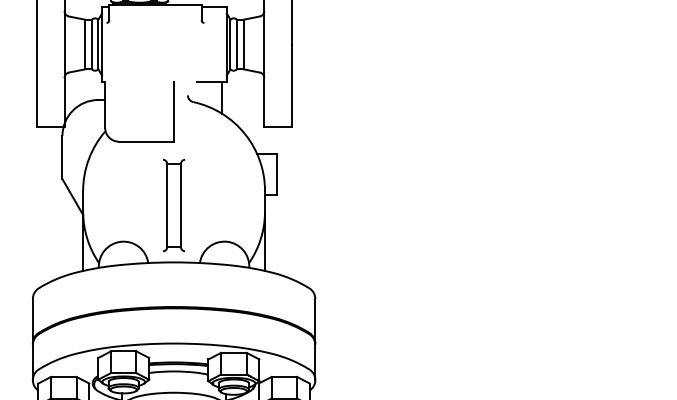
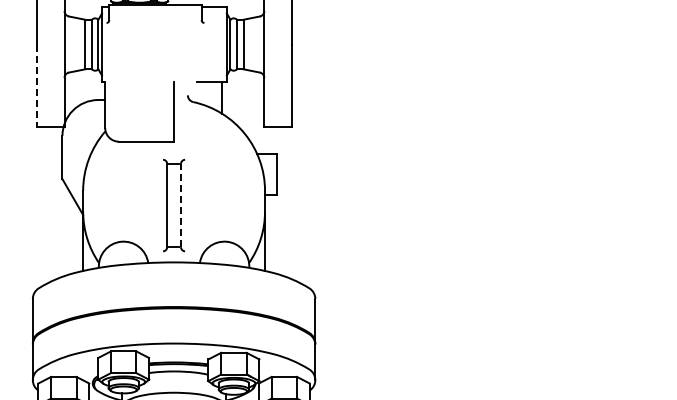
line at (36, 86): solid -> dashed
line at (180, 205): solid -> dashed
